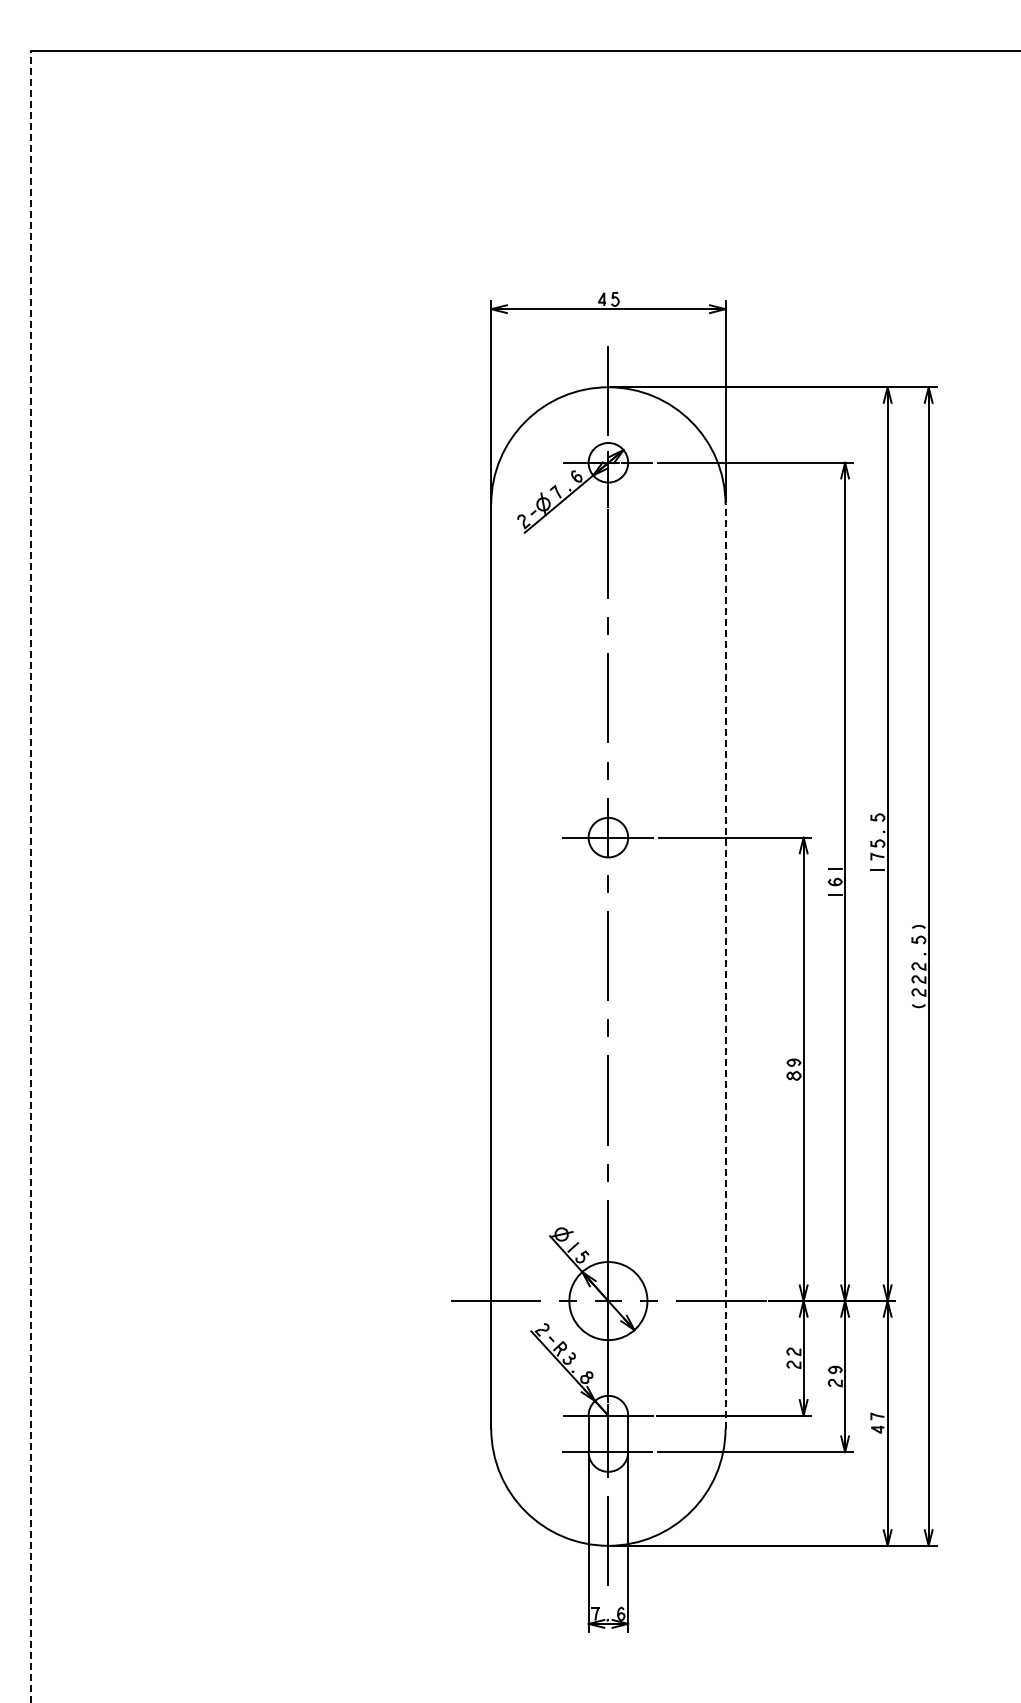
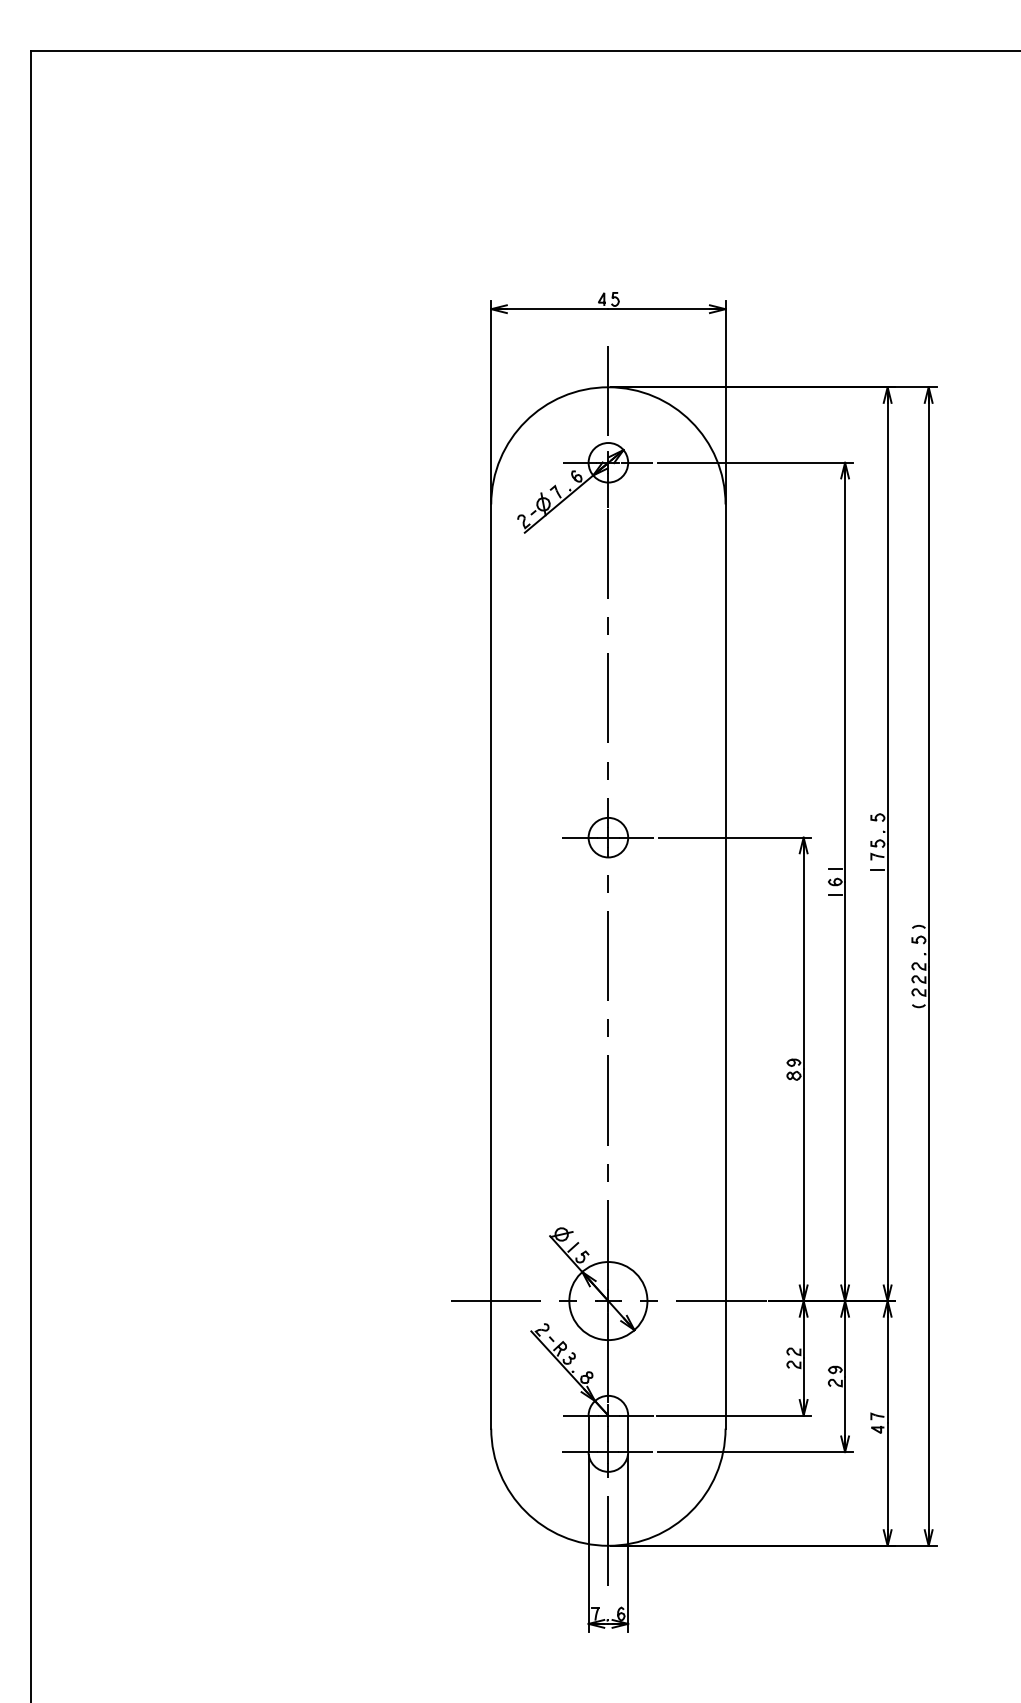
line at (30, 876): dashed -> solid
line at (725, 966): dashed -> solid
